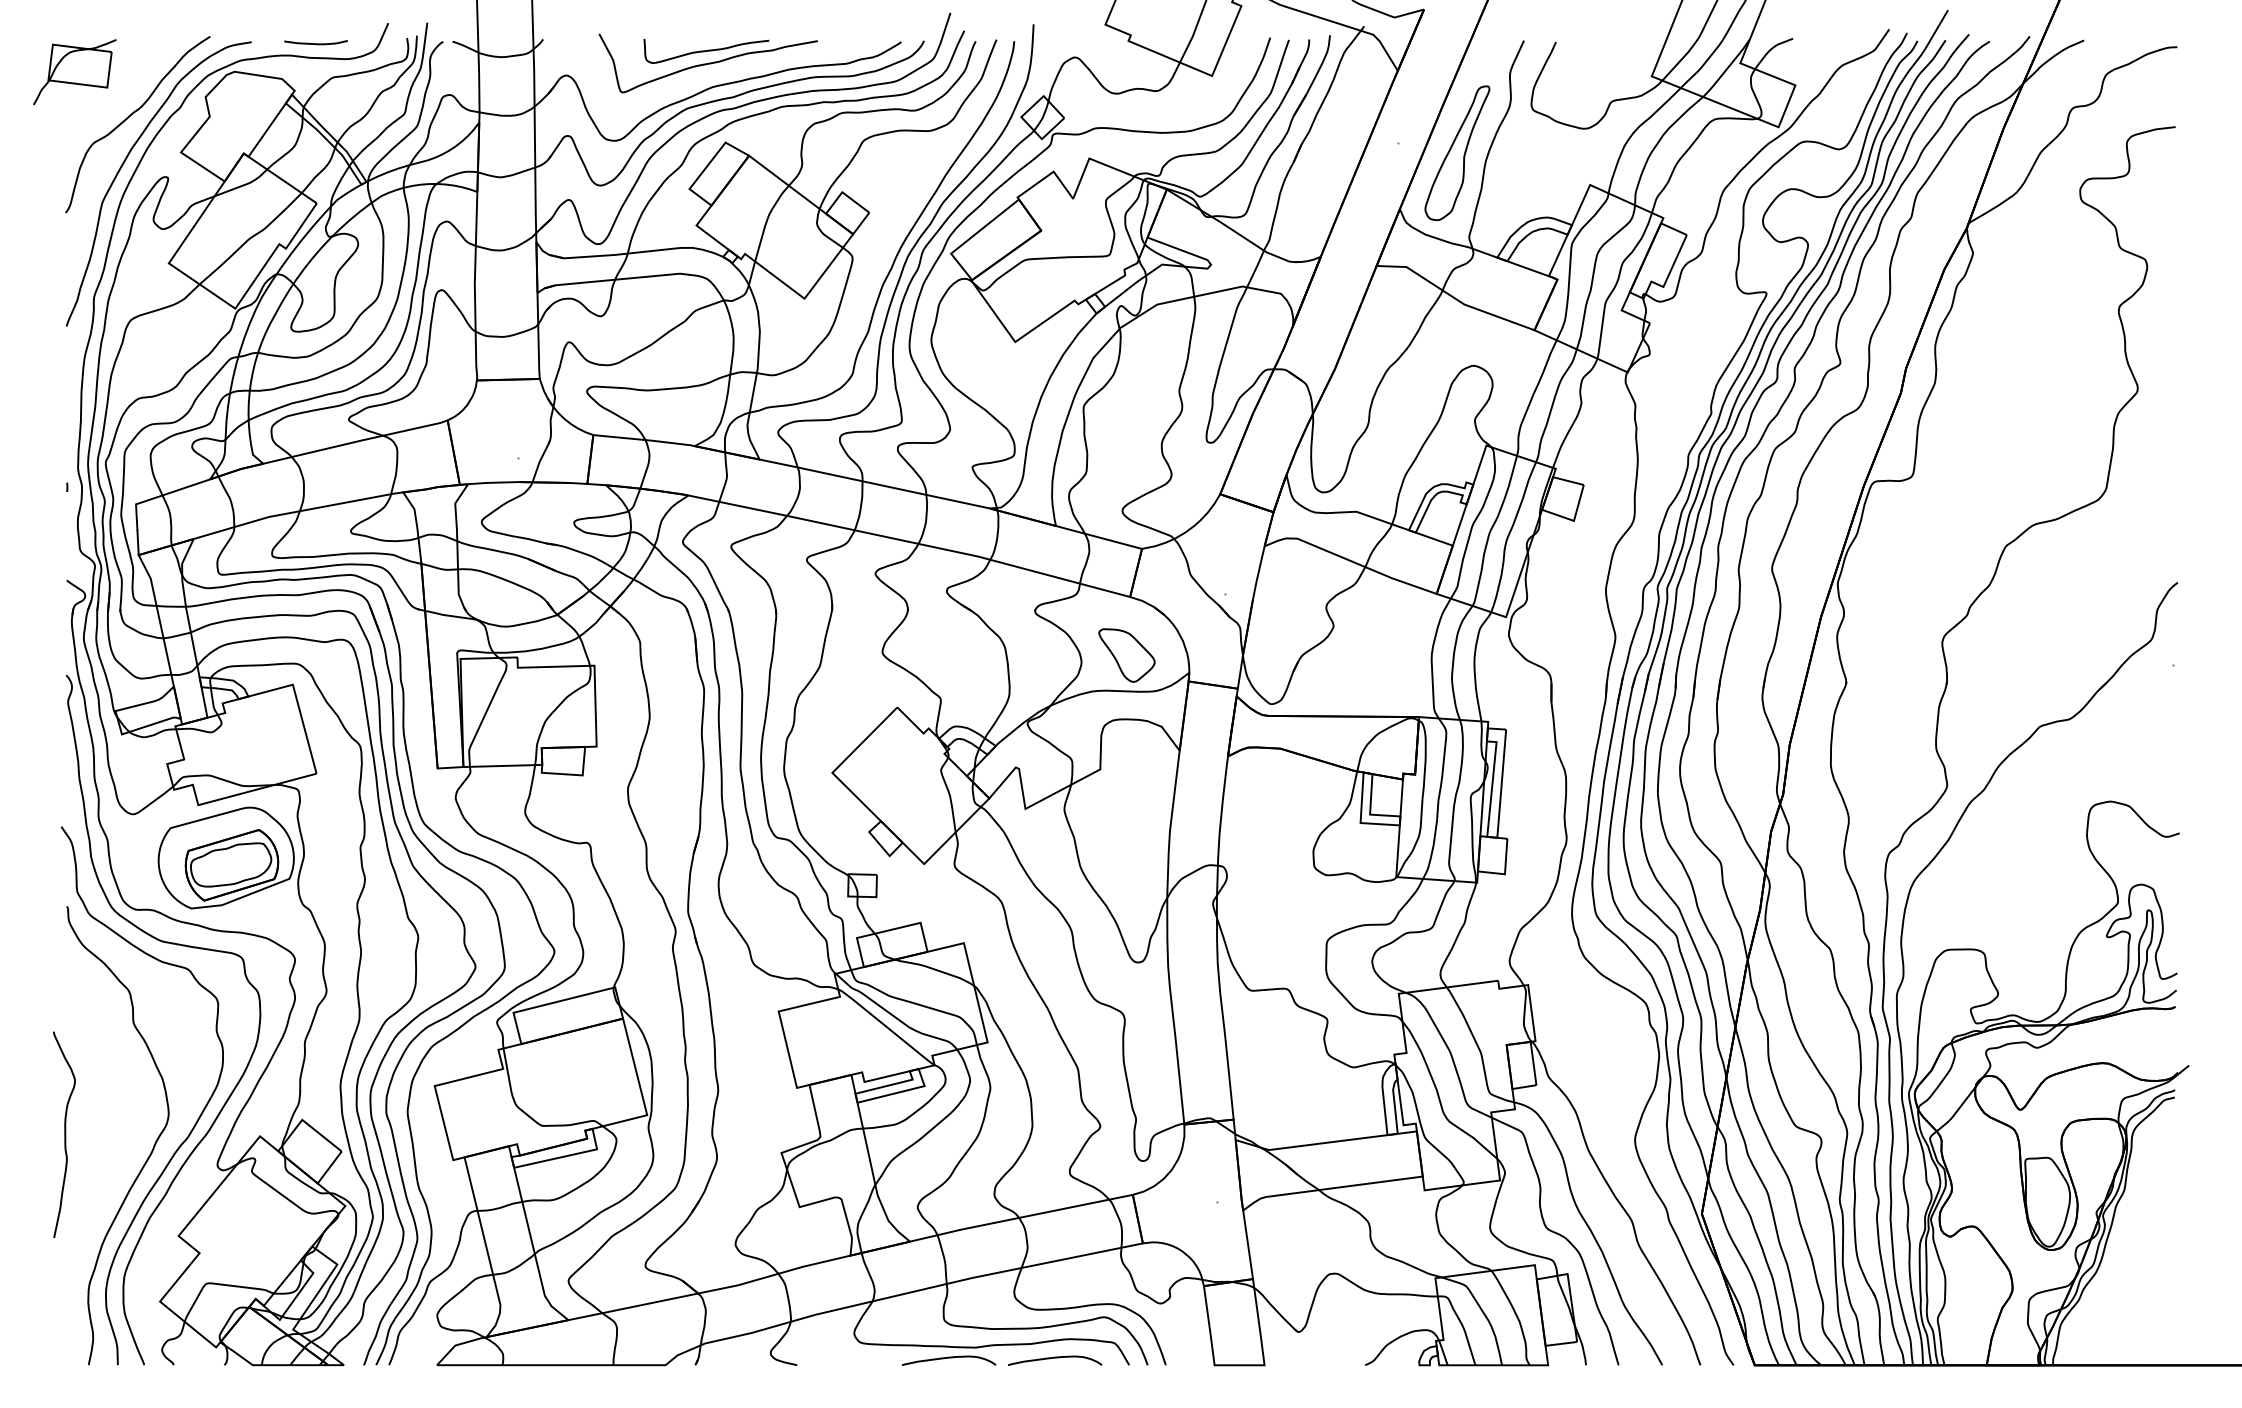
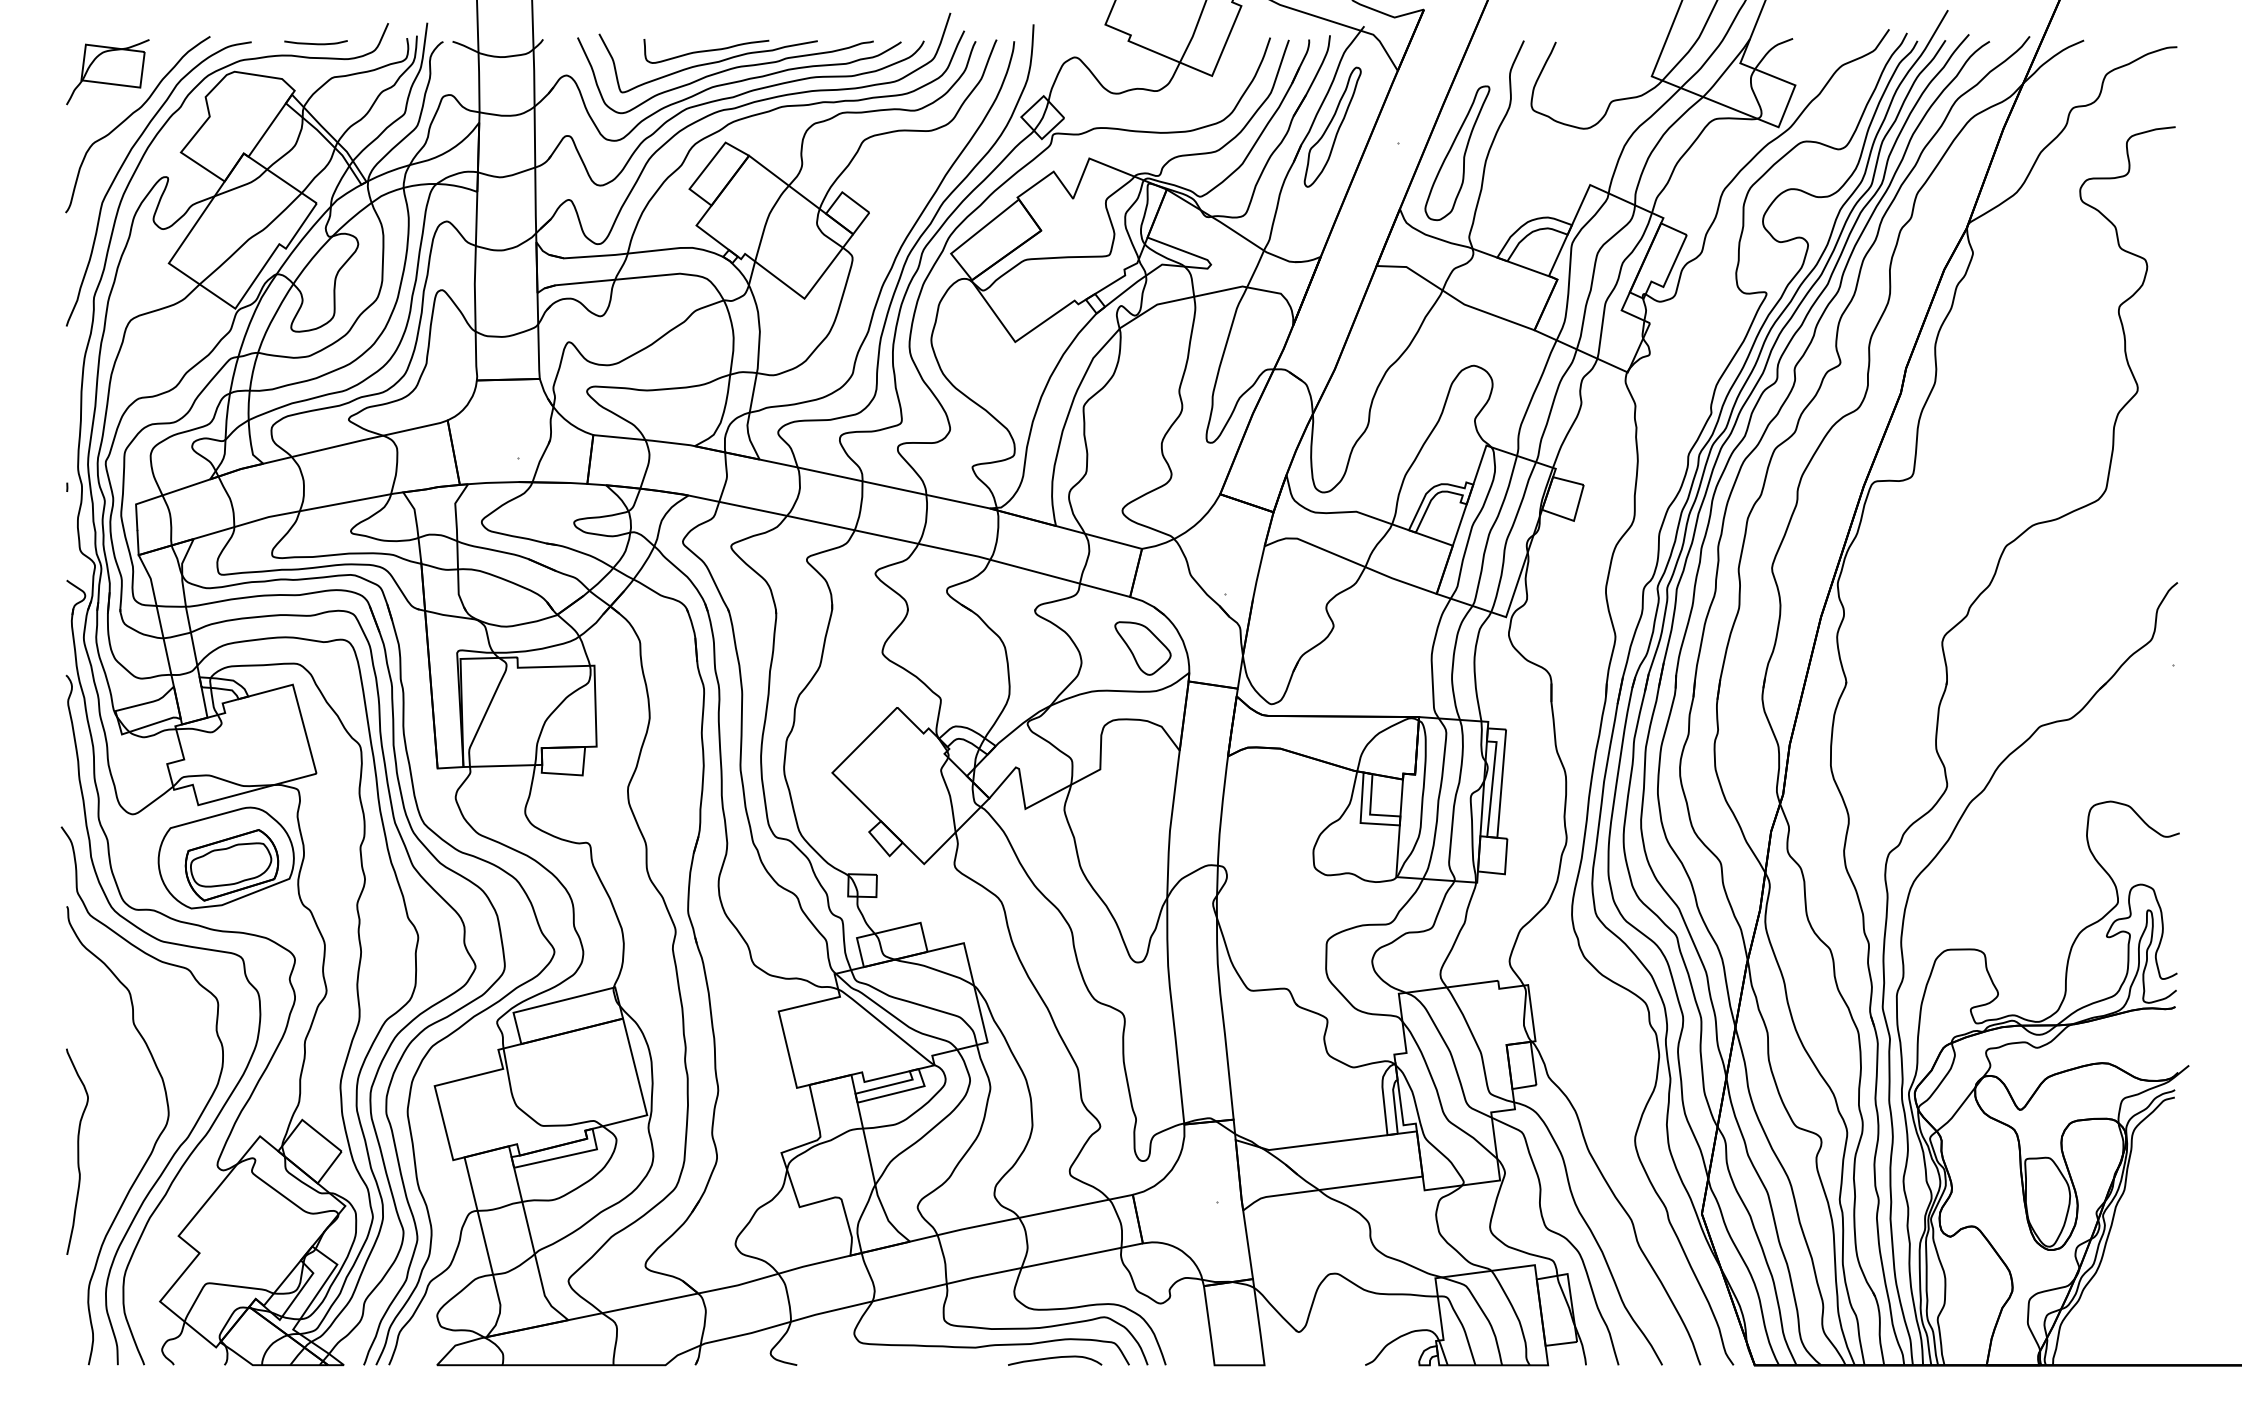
part at (74, 72) position: (74, 72) -> (107, 72)
curve at (723, 72): none -> present
part at (1332, 126): none -> present
part at (1126, 655) position: (1126, 655) -> (1142, 648)
curve at (64, 1134) position: (64, 1134) -> (77, 1151)
curve at (949, 1358): present -> none
